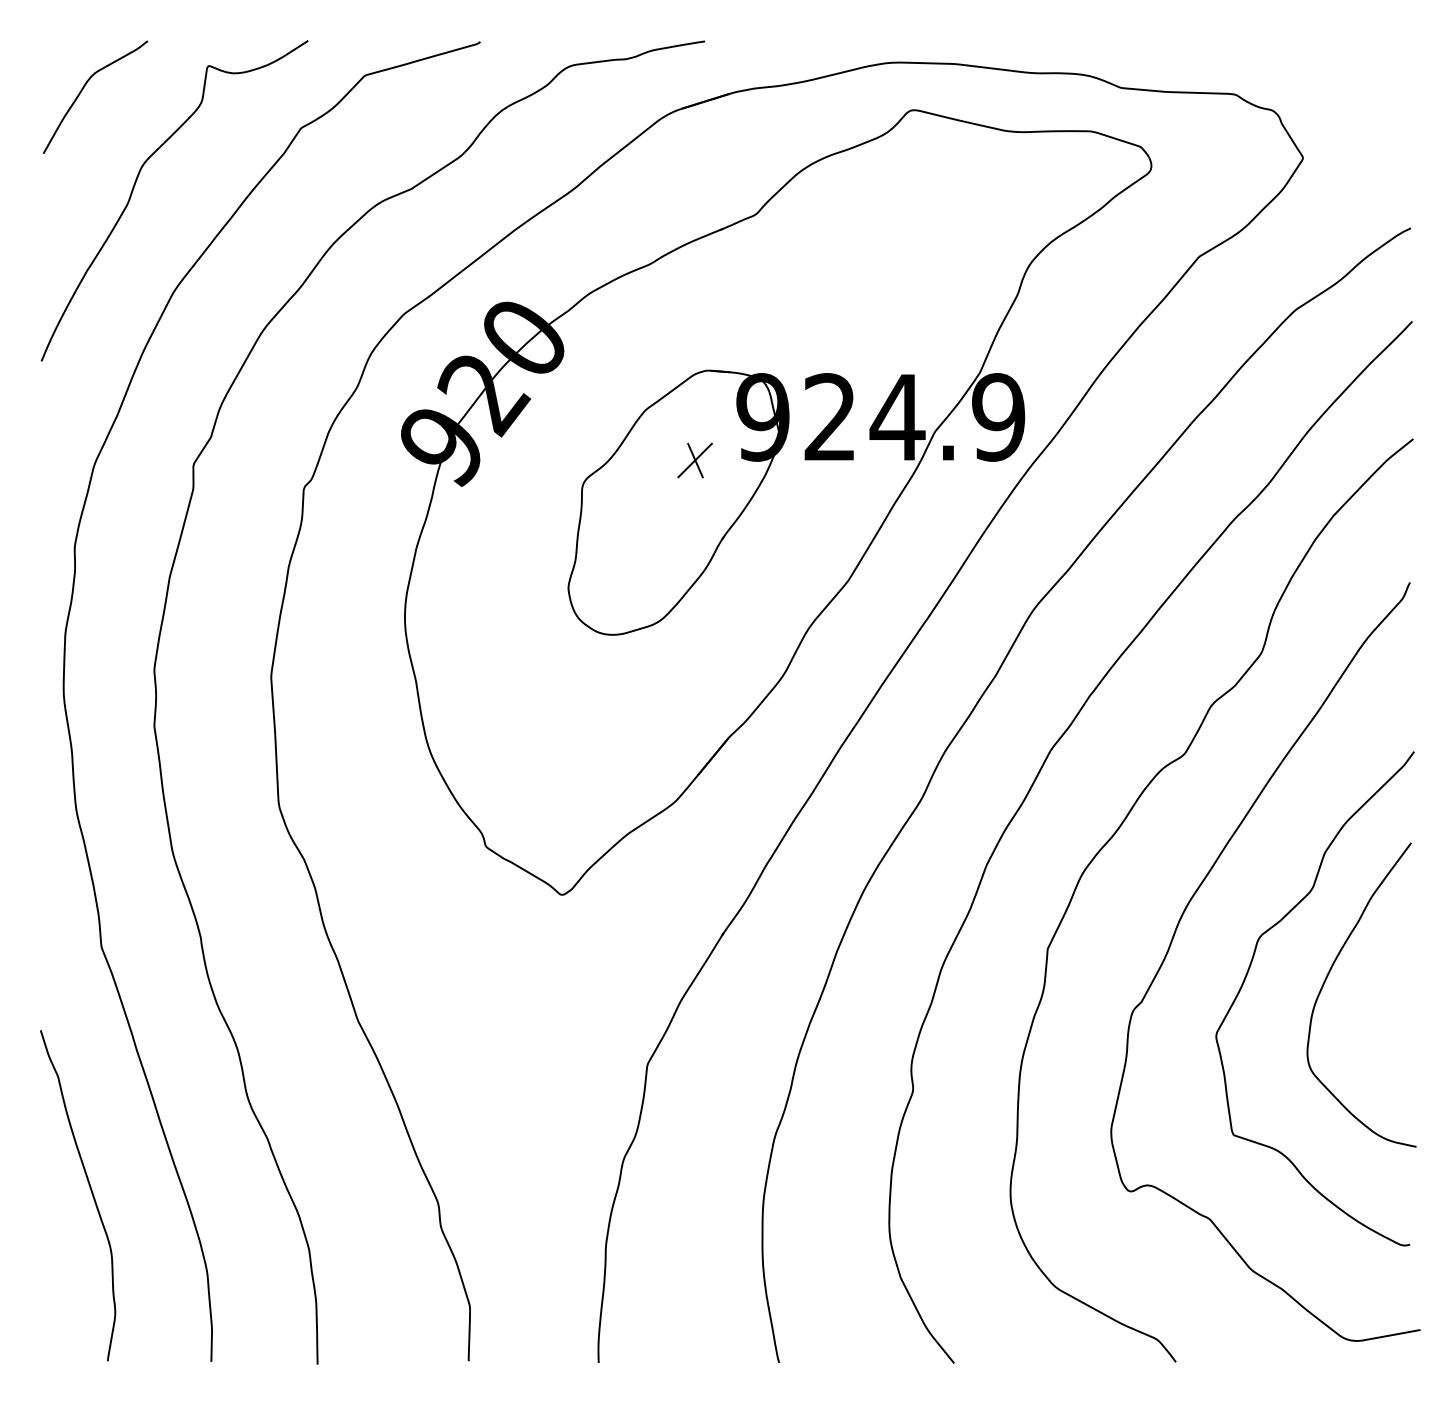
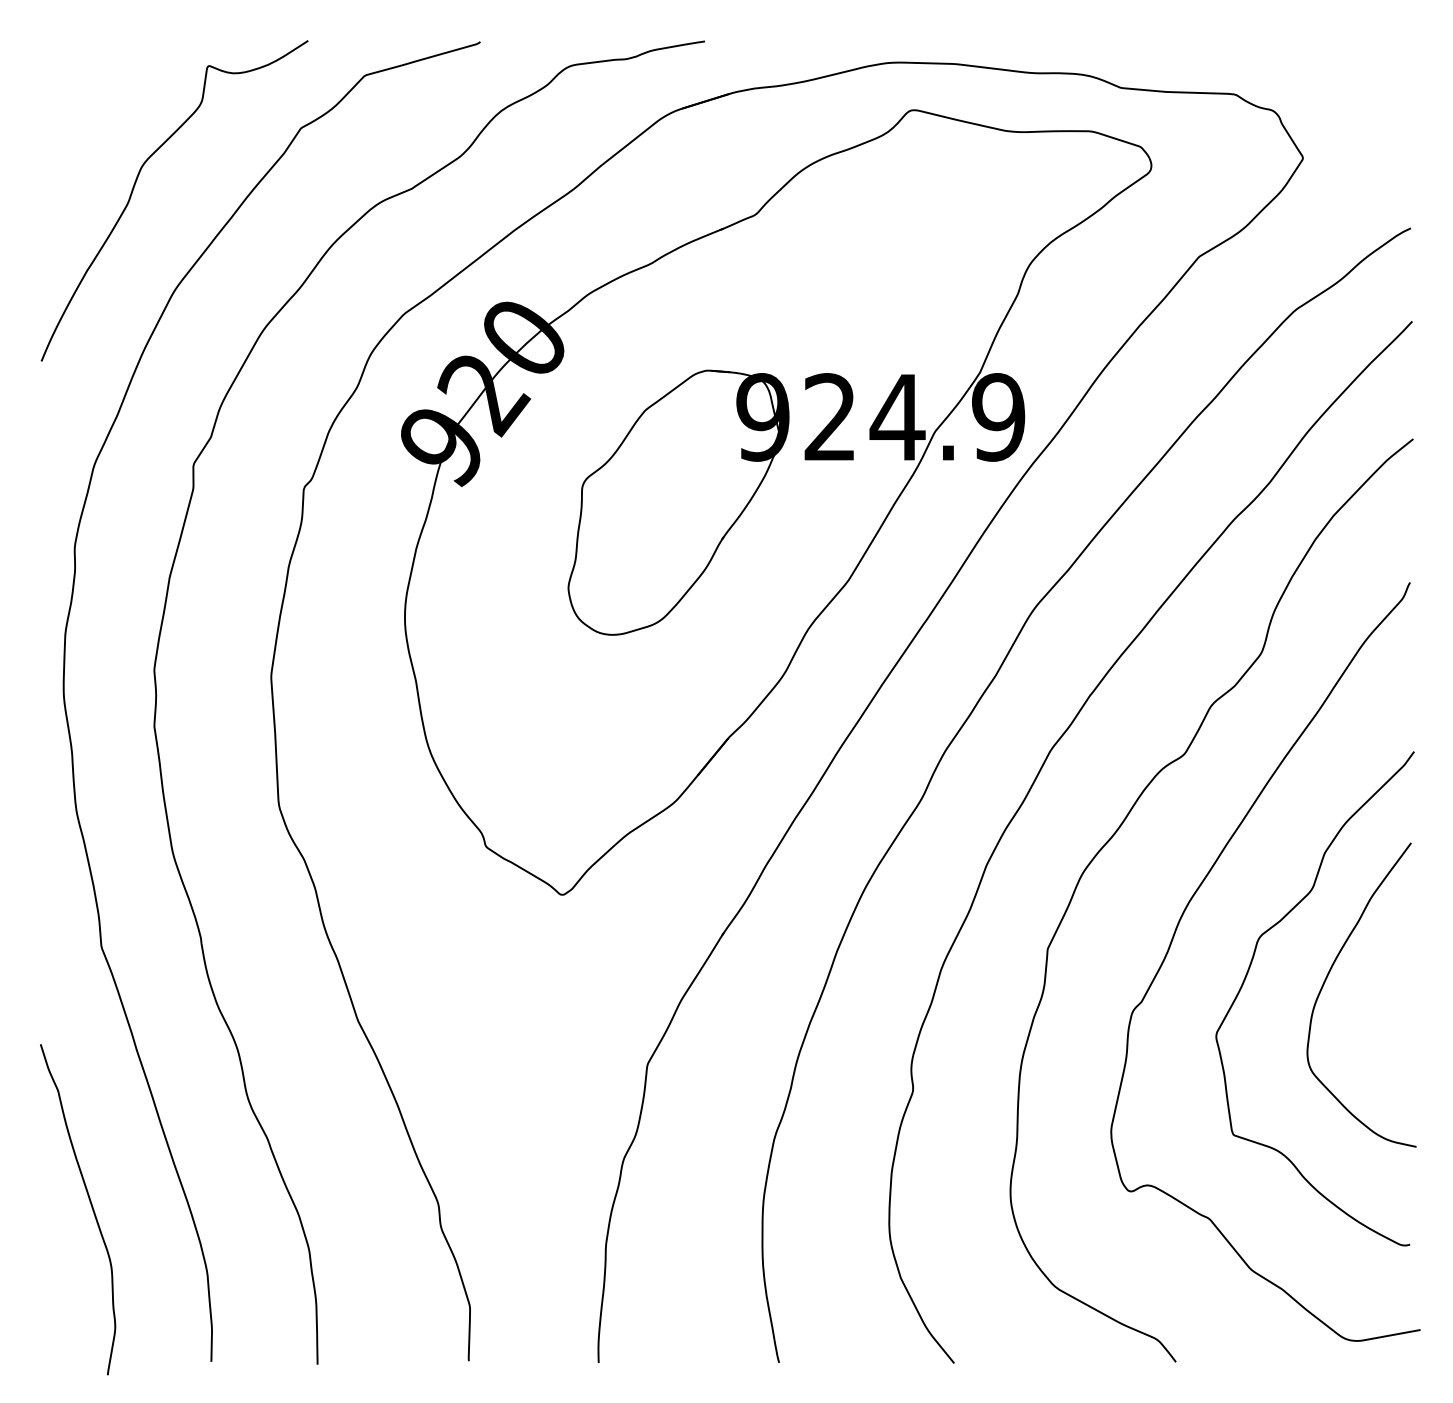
curve at (83, 89): present -> none
part at (694, 460): present -> none
curve at (90, 1191) position: (90, 1191) -> (90, 1205)
